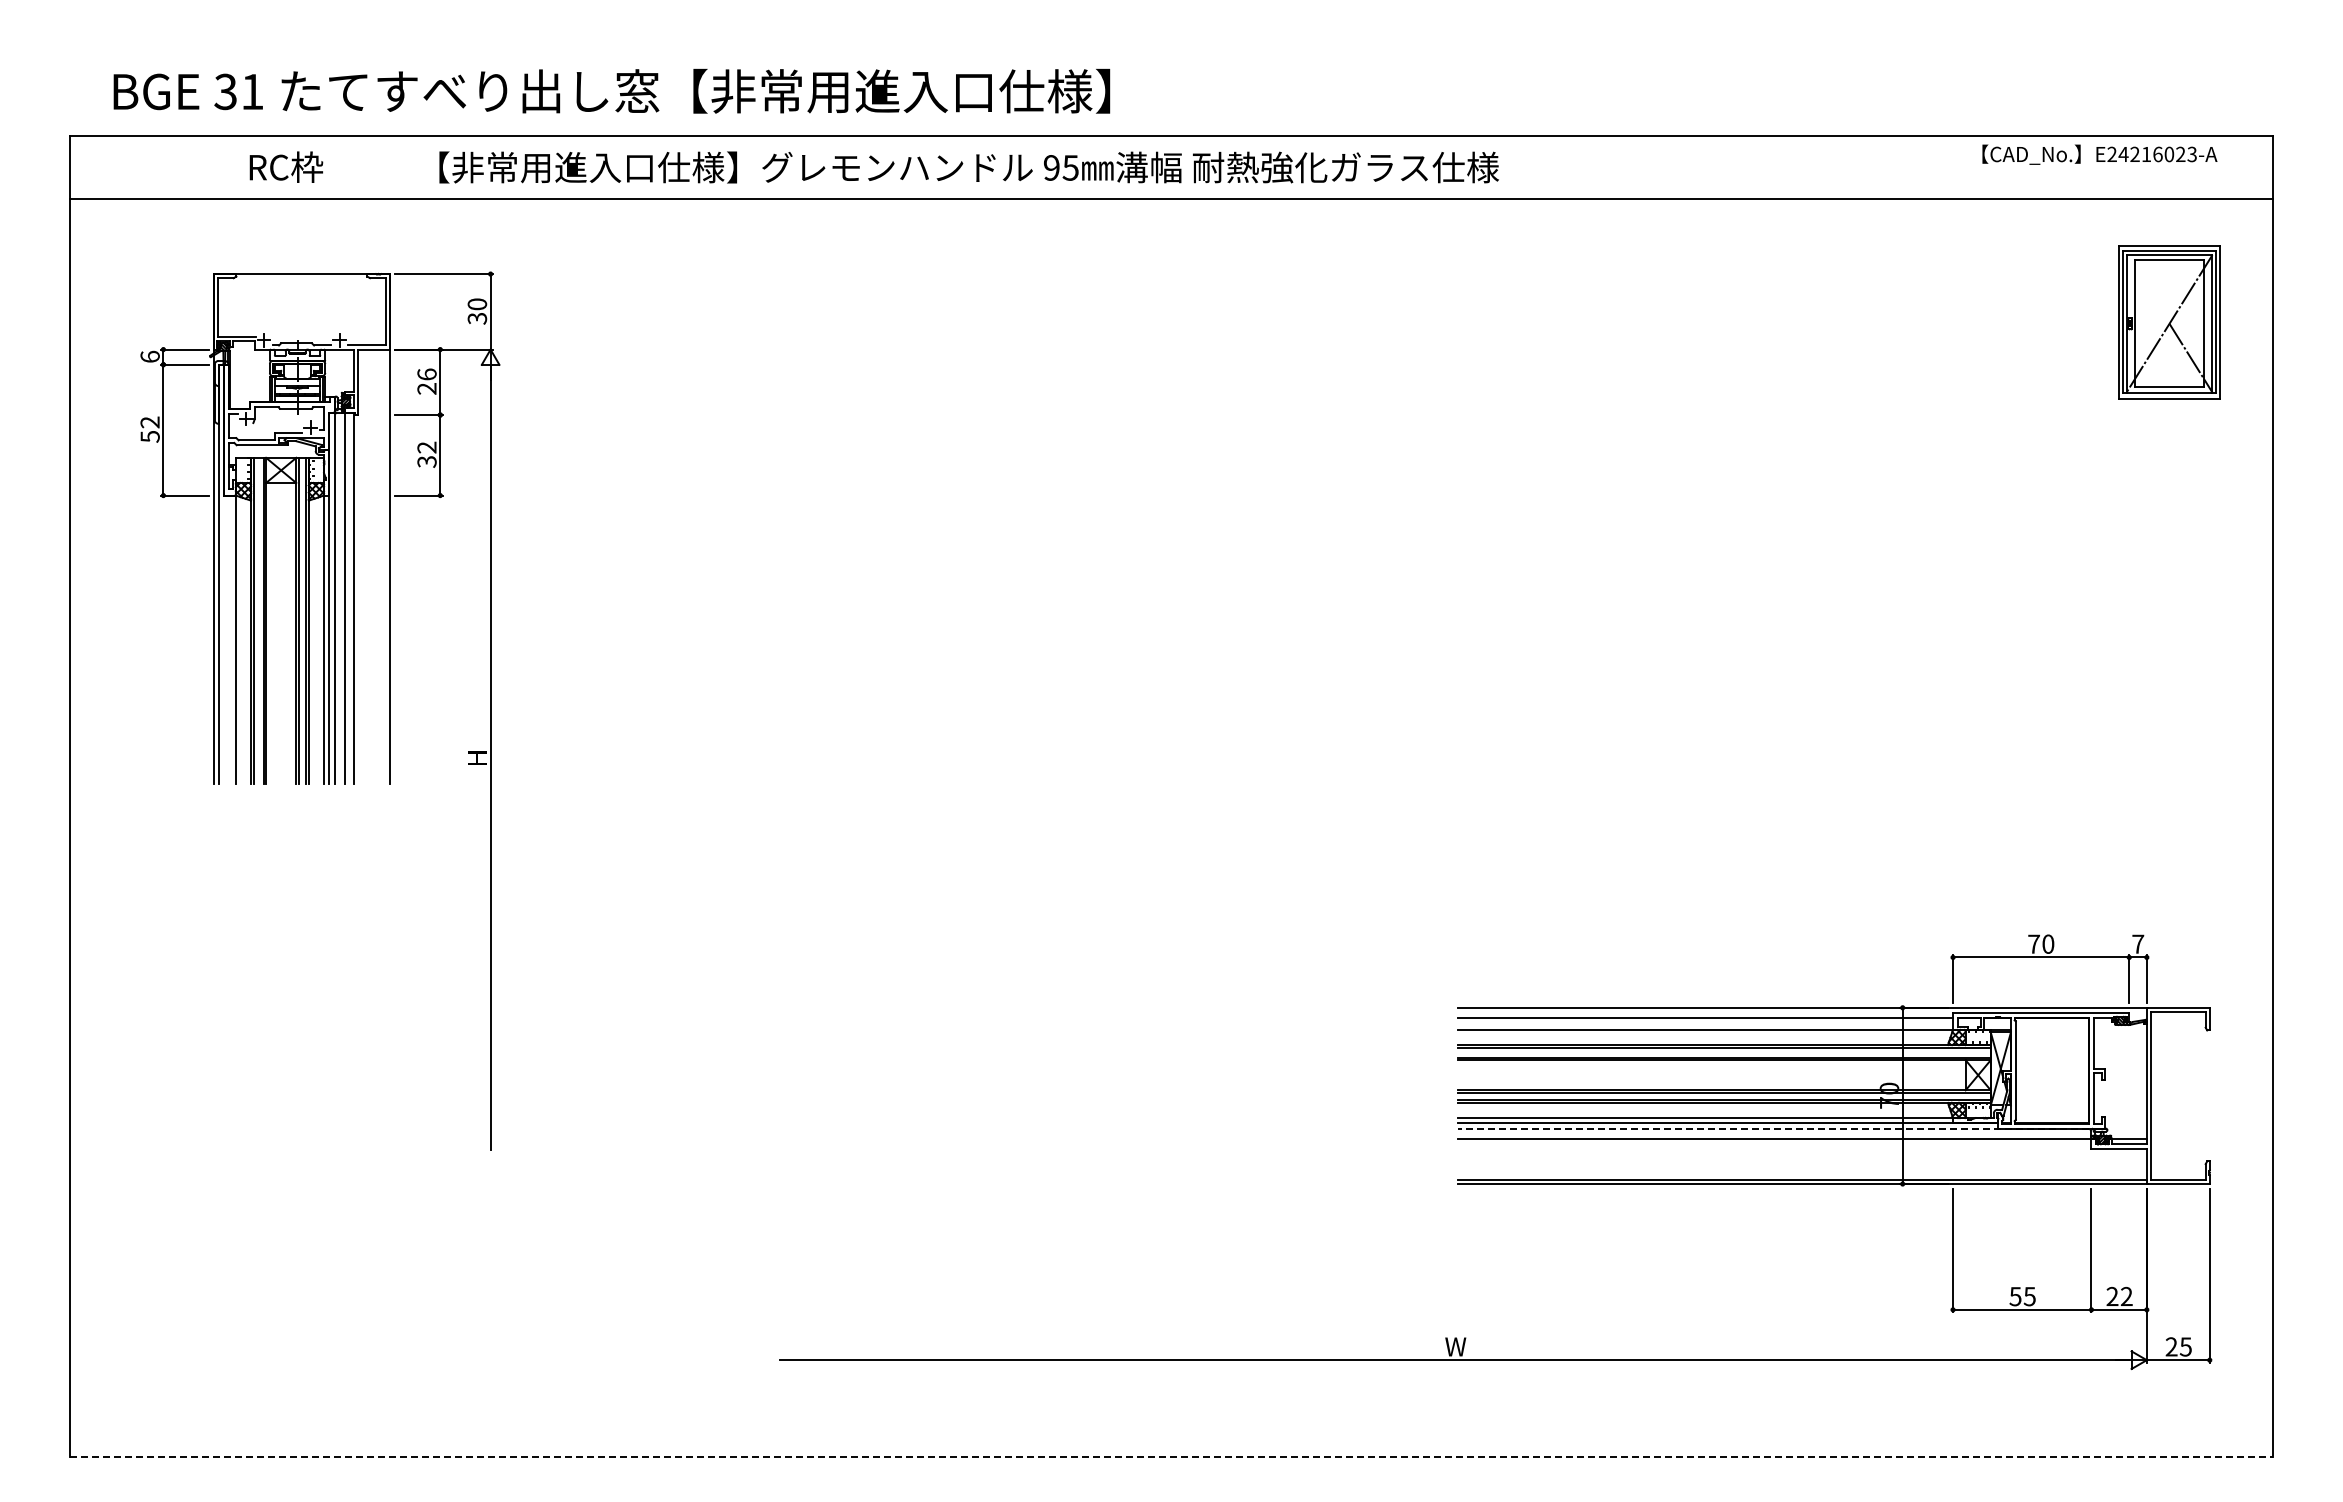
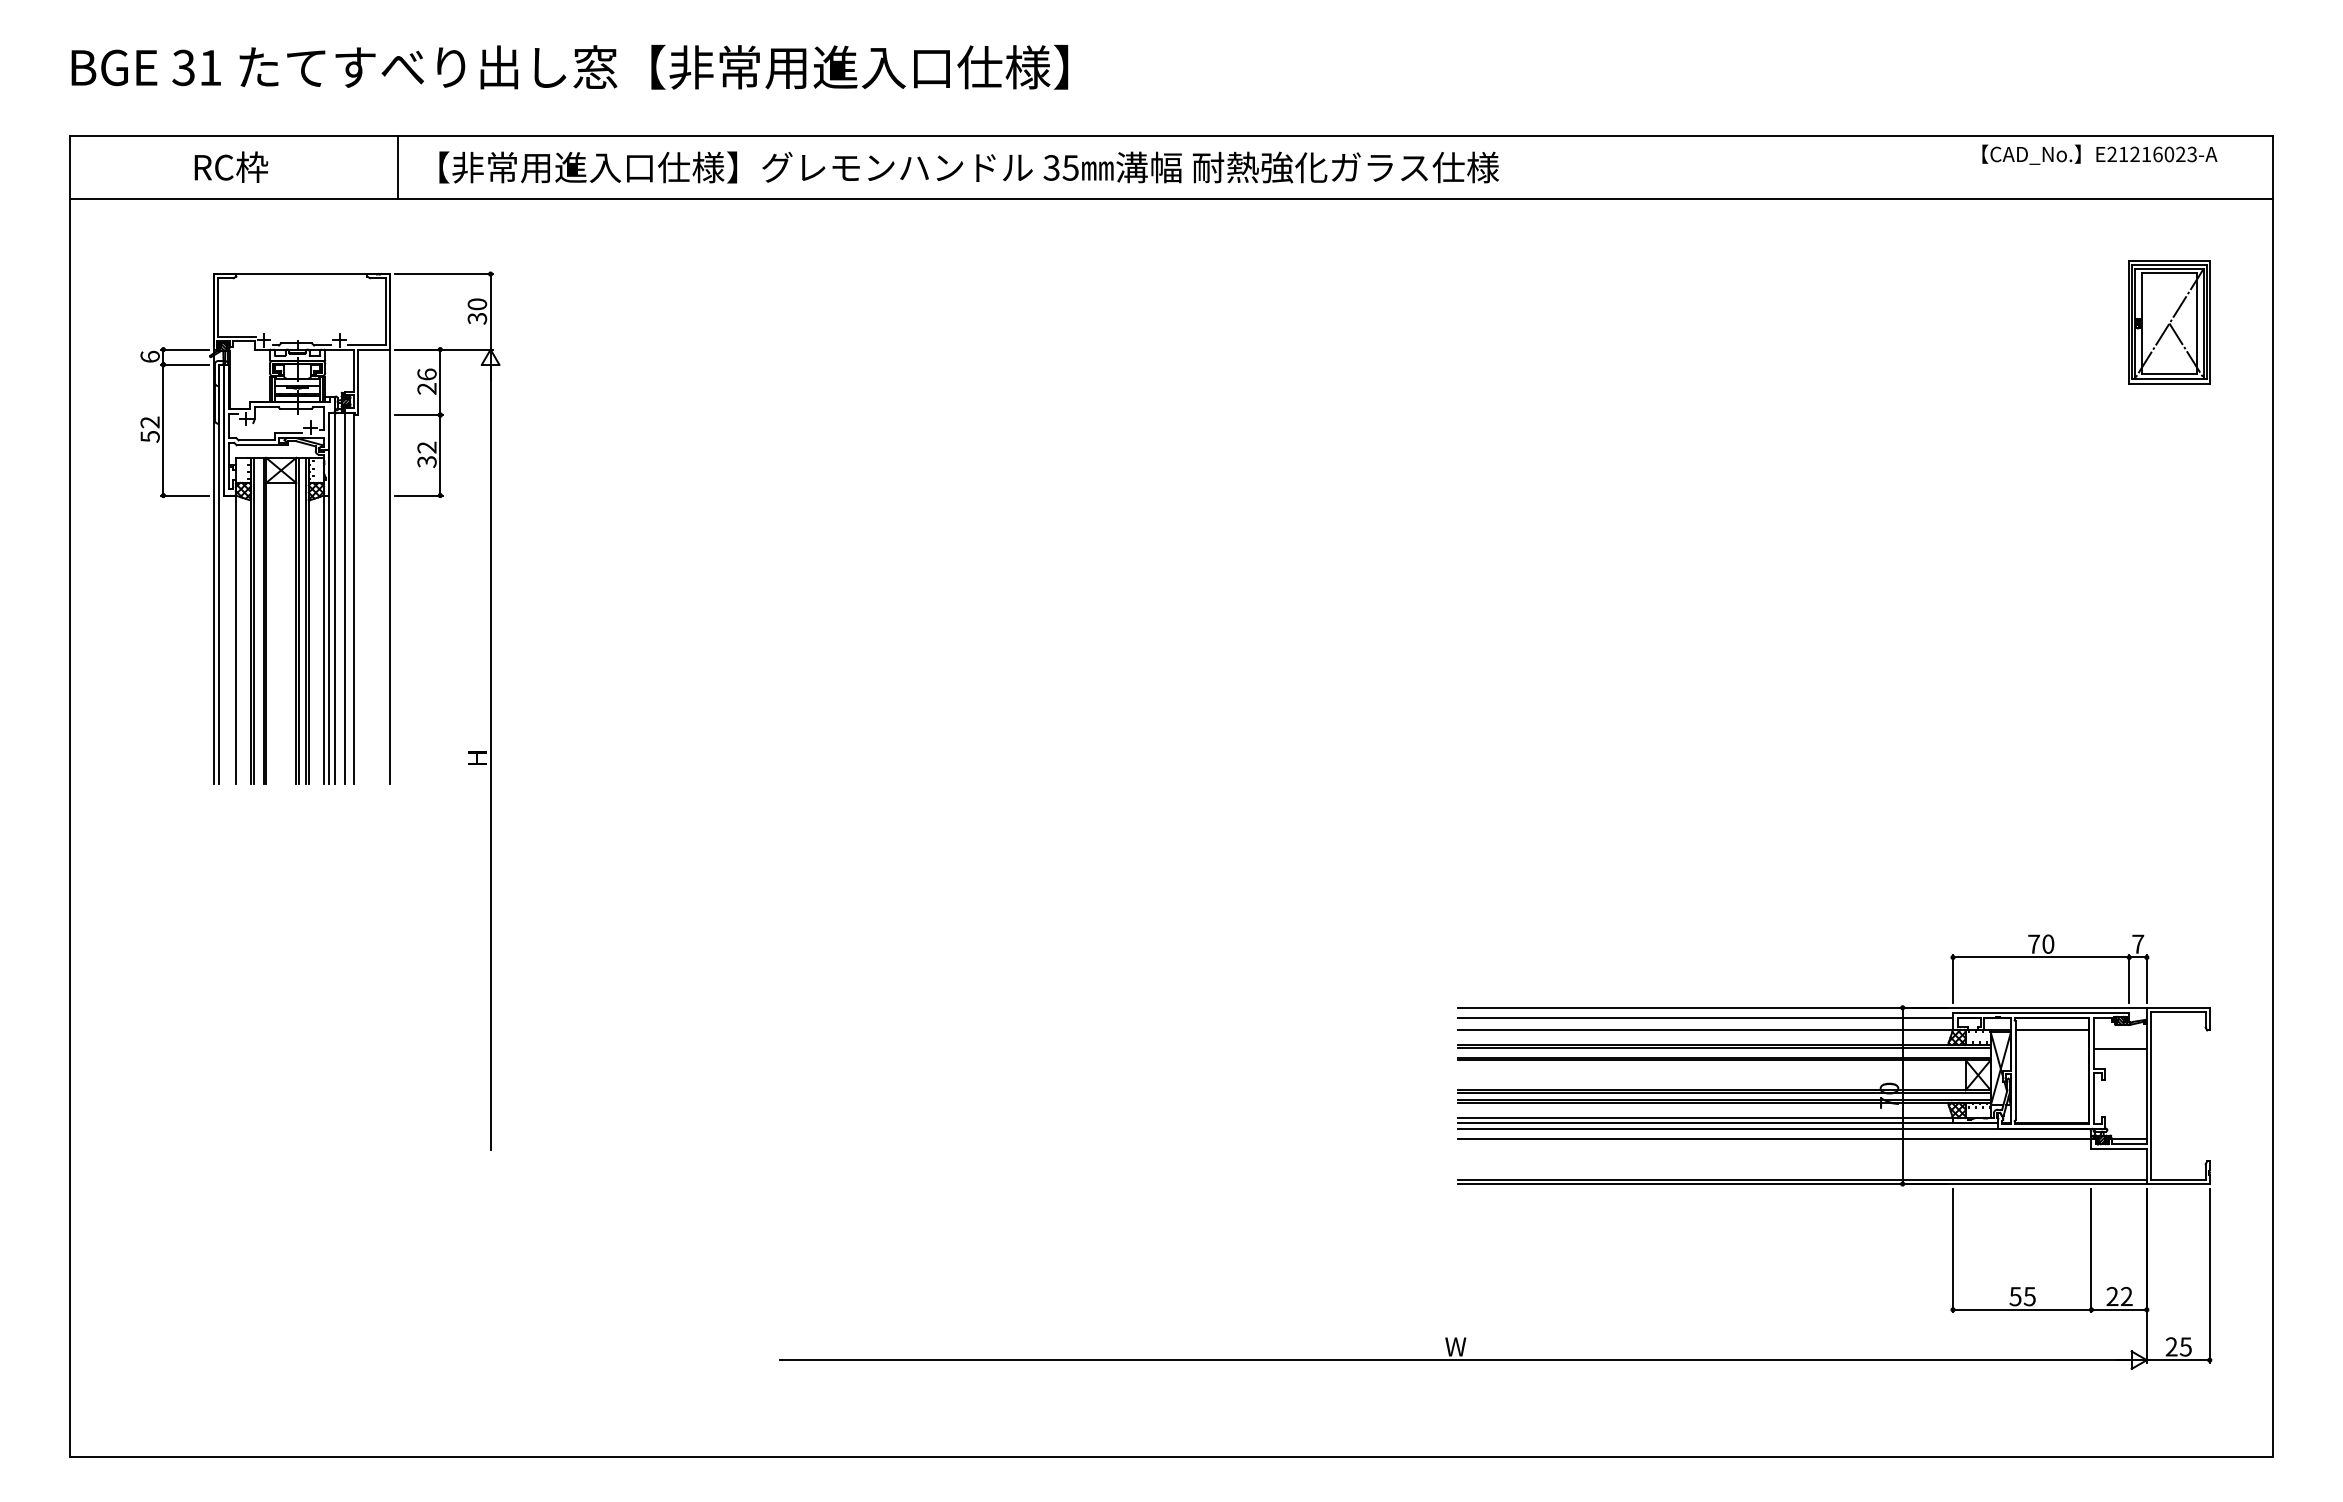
text at (611, 91) position: (611, 91) -> (569, 67)
text at (2123, 154): E24216023-A -> E21216023-A
text at (286, 166) position: (286, 166) -> (231, 166)
line at (397, 166): none -> present
text at (1051, 167): 95 -> 35
part at (2169, 322) size: 103x155 px -> 83x125 px
line at (2052, 1029): none -> present
line at (2119, 1048): none -> present
line at (1773, 1128): dashed -> solid
line at (1171, 1457): dashed -> solid
